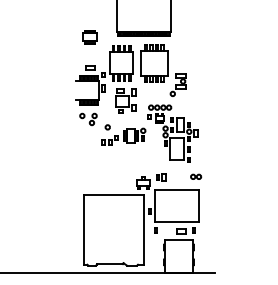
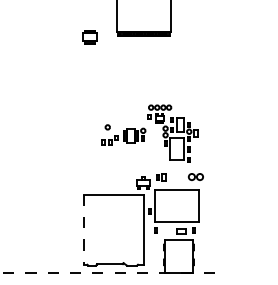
part at (130, 85): present -> none
part at (196, 176) size: 13x7 px -> 17x8 px
line at (83, 229): solid -> dashed
line at (106, 272): solid -> dashed
